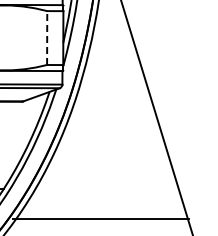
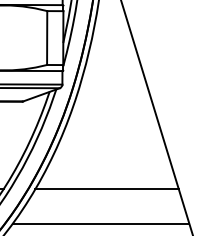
line at (47, 38): dashed -> solid
line at (106, 189): none -> present
line at (100, 219) position: (100, 219) -> (100, 224)
